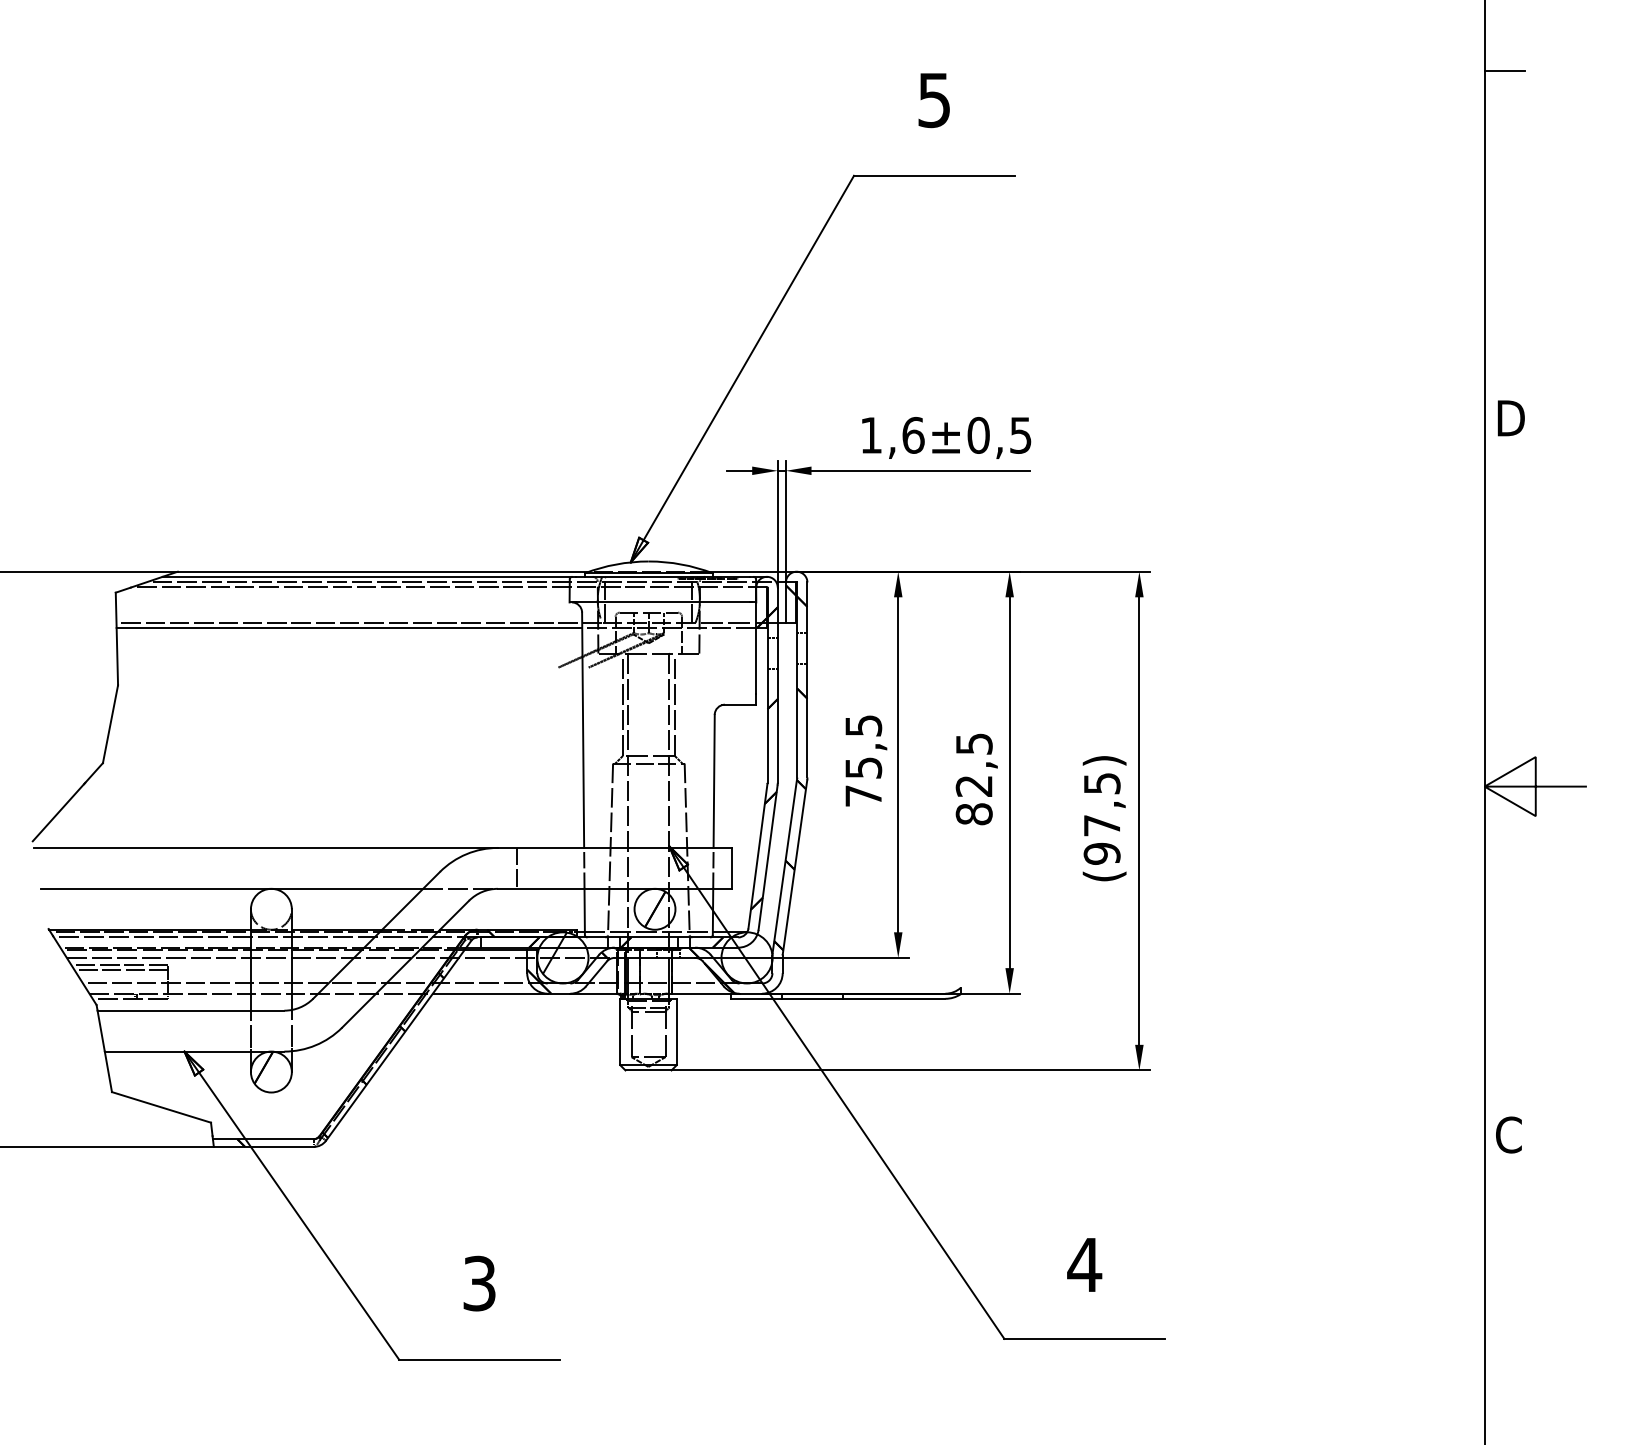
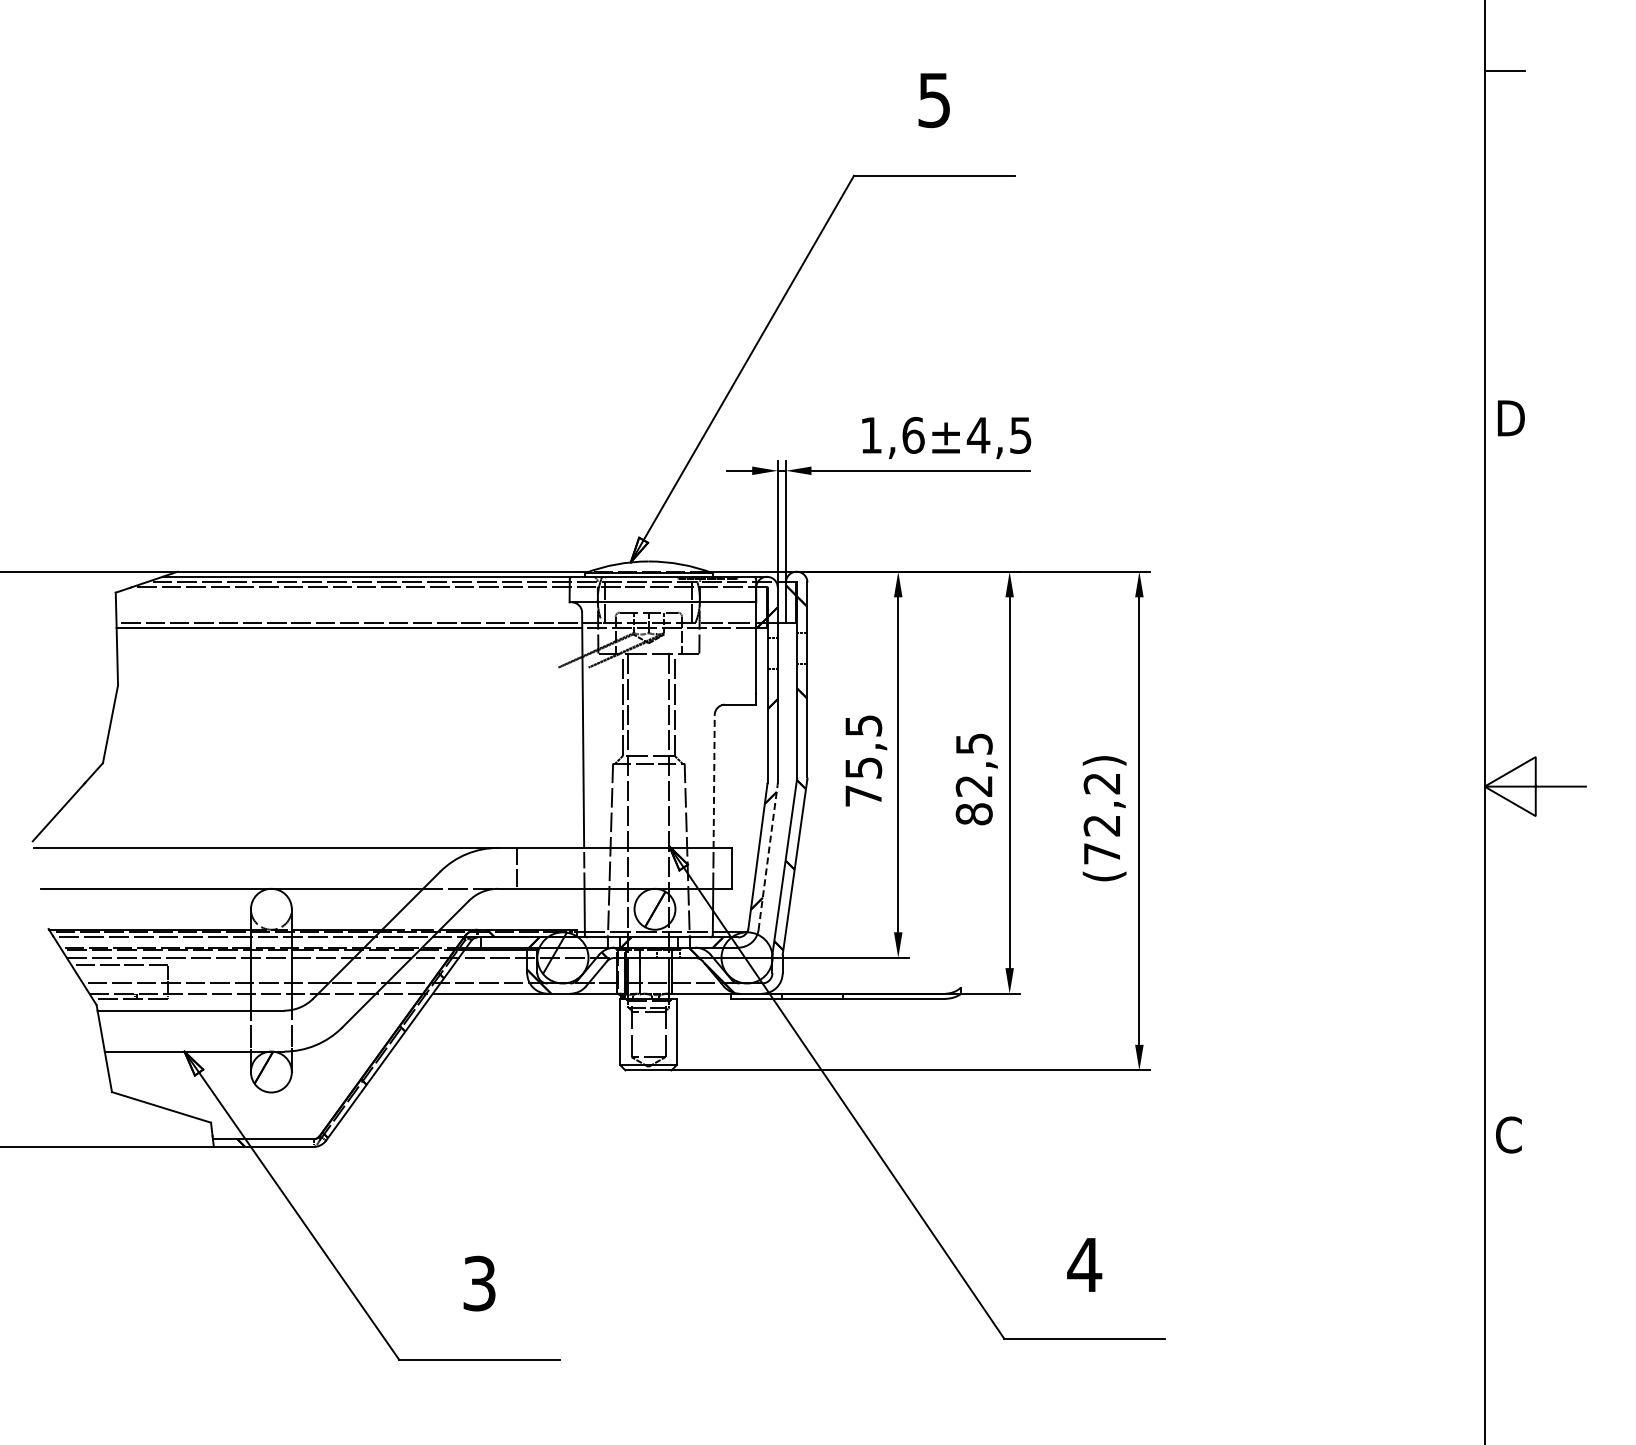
text at (978, 434): ±0,5 -> ±4,5
line at (714, 781): solid -> dashed
text at (1101, 818): (97,5) -> (72,2)
line at (768, 857): solid -> dashed
line at (121, 969): present -> none
